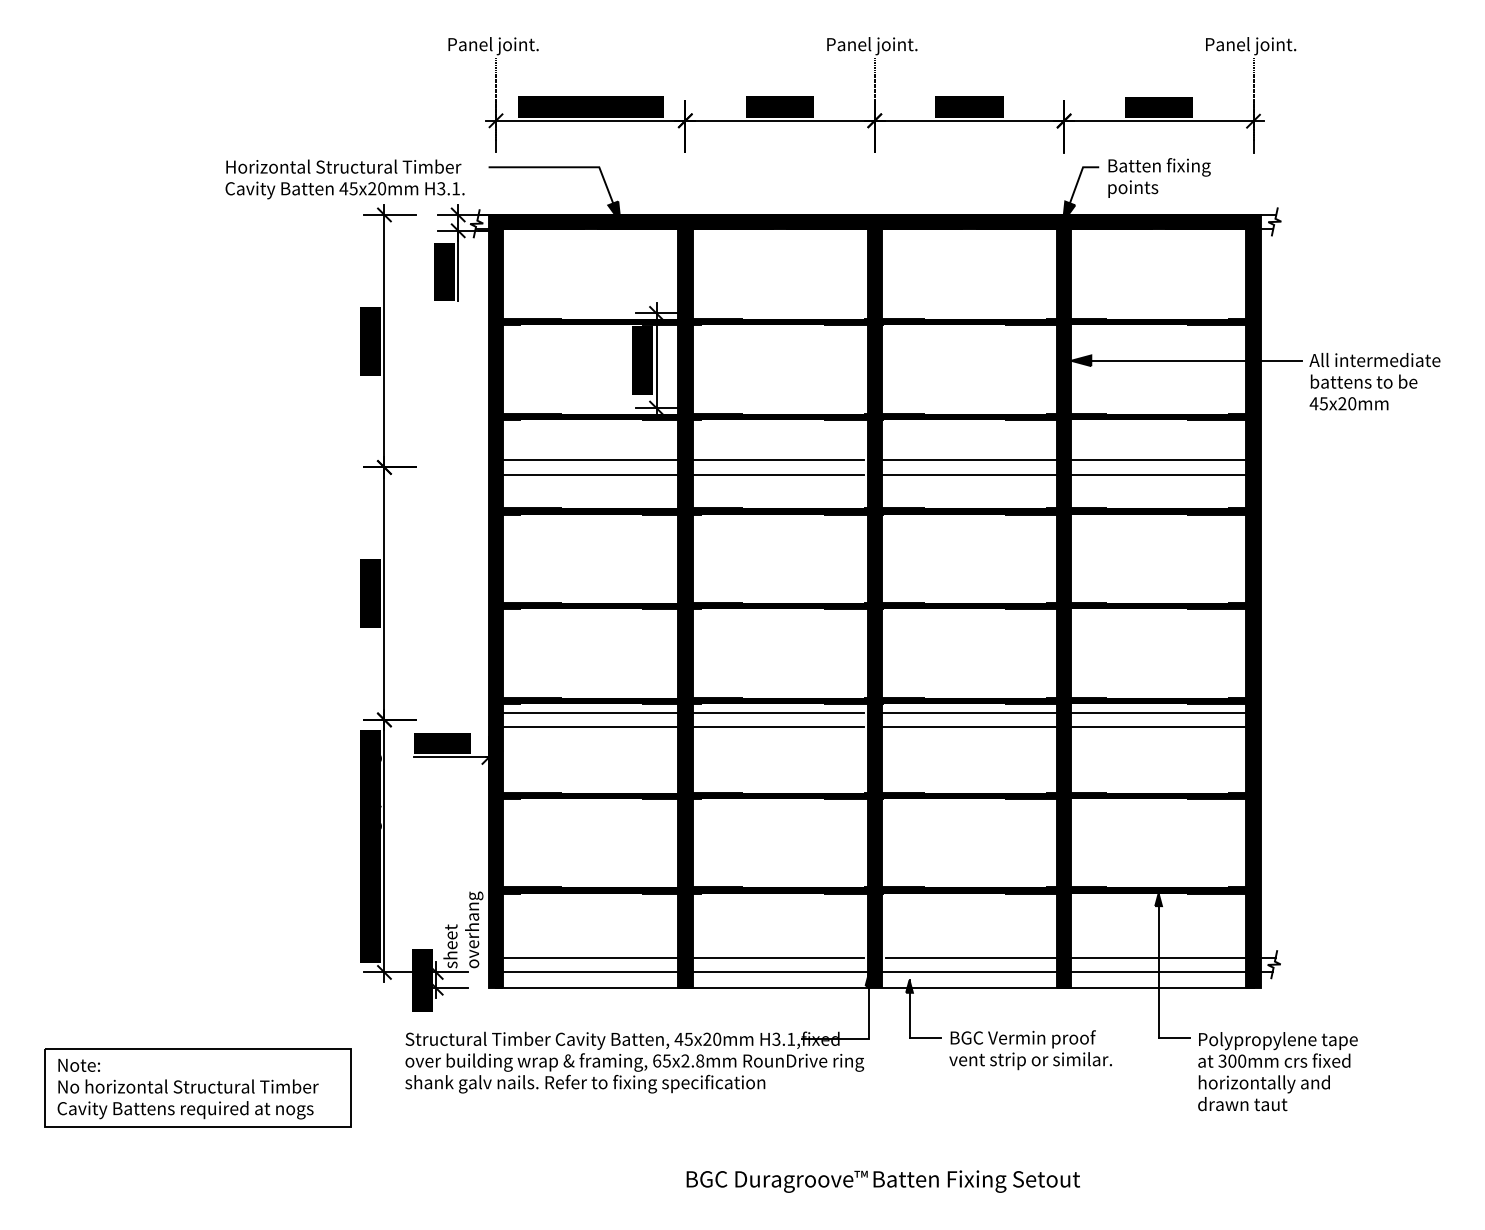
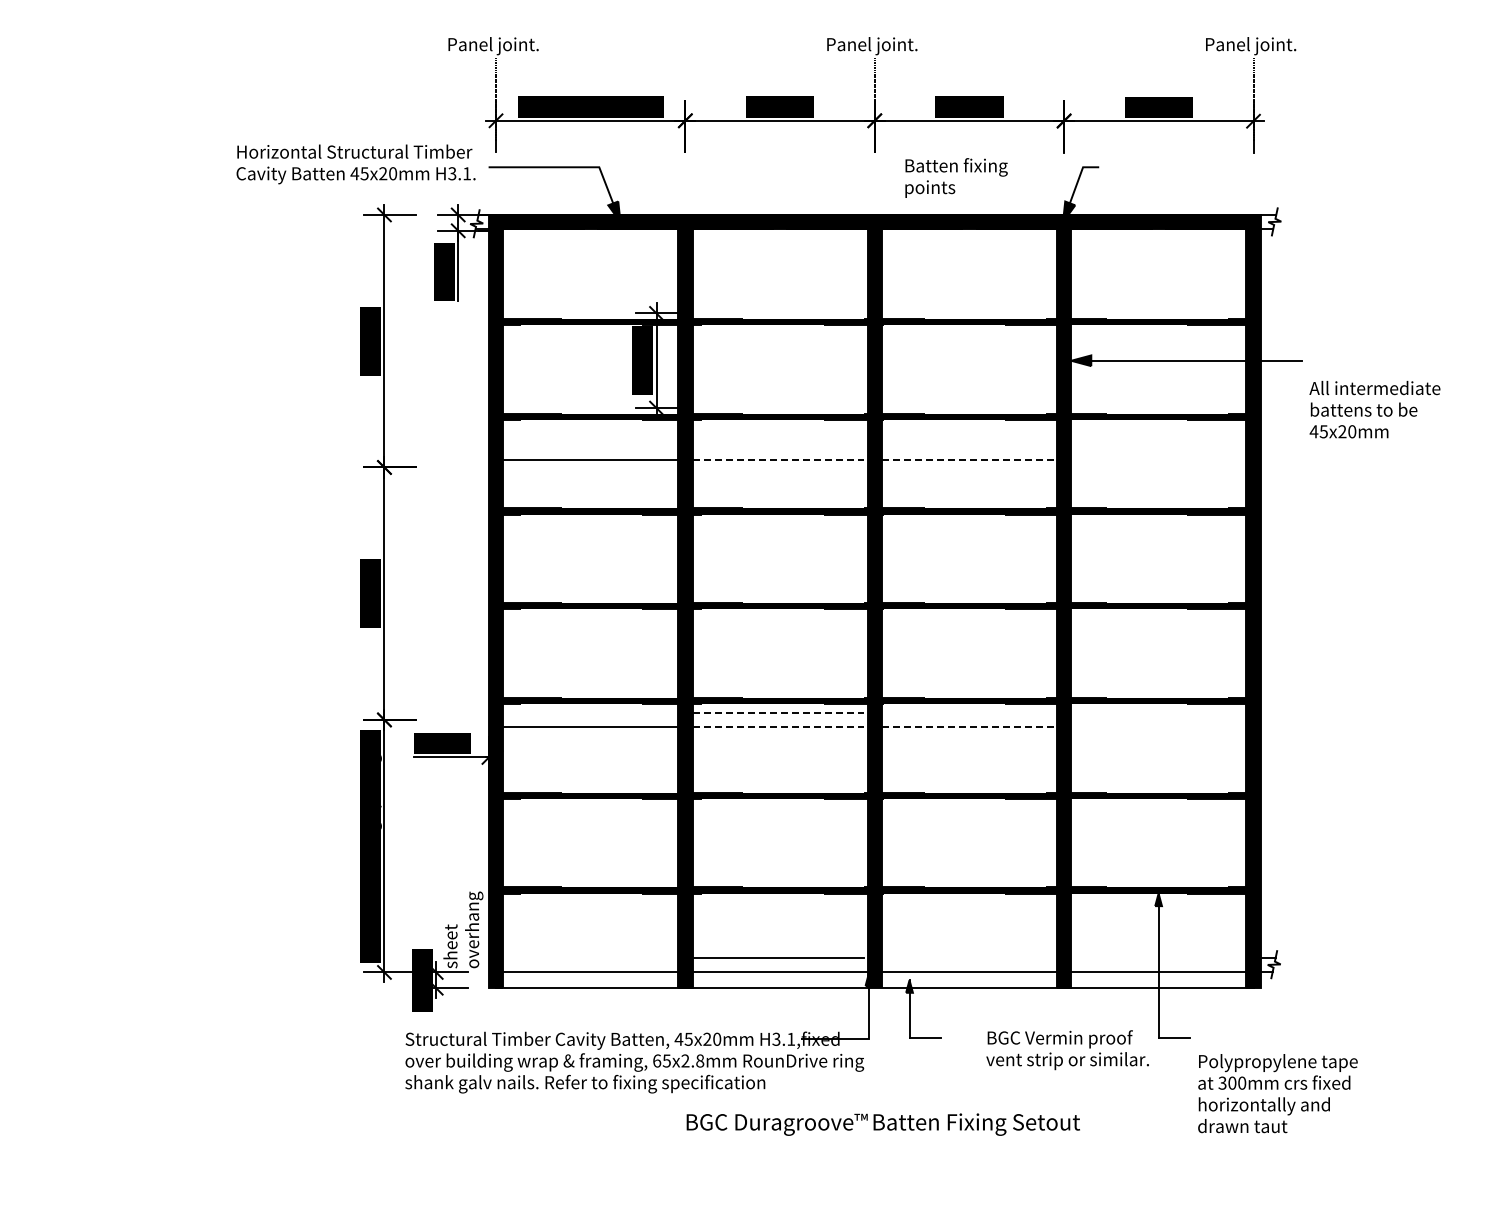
text at (1159, 177) position: (1159, 177) -> (956, 177)
text at (344, 179) position: (344, 179) -> (355, 164)
text at (1374, 381) position: (1374, 381) -> (1374, 409)
line at (778, 460): solid -> dashed
line at (969, 460): solid -> dashed
line at (1158, 460): present -> none
line at (590, 474): present -> none
line at (777, 474): present -> none
line at (969, 474): present -> none
line at (1158, 474): present -> none
line at (590, 712): present -> none
line at (778, 712): solid -> dashed
line at (969, 712): present -> none
line at (1158, 712): present -> none
line at (778, 727): solid -> dashed
line at (969, 727): solid -> dashed
line at (1158, 727): present -> none
line at (590, 958): present -> none
line at (971, 958): present -> none
line at (1158, 958): present -> none
text at (1030, 1050) position: (1030, 1050) -> (1067, 1050)
text at (1277, 1071) position: (1277, 1071) -> (1277, 1093)
part at (197, 1087): present -> none
text at (882, 1181) position: (882, 1181) -> (882, 1124)
